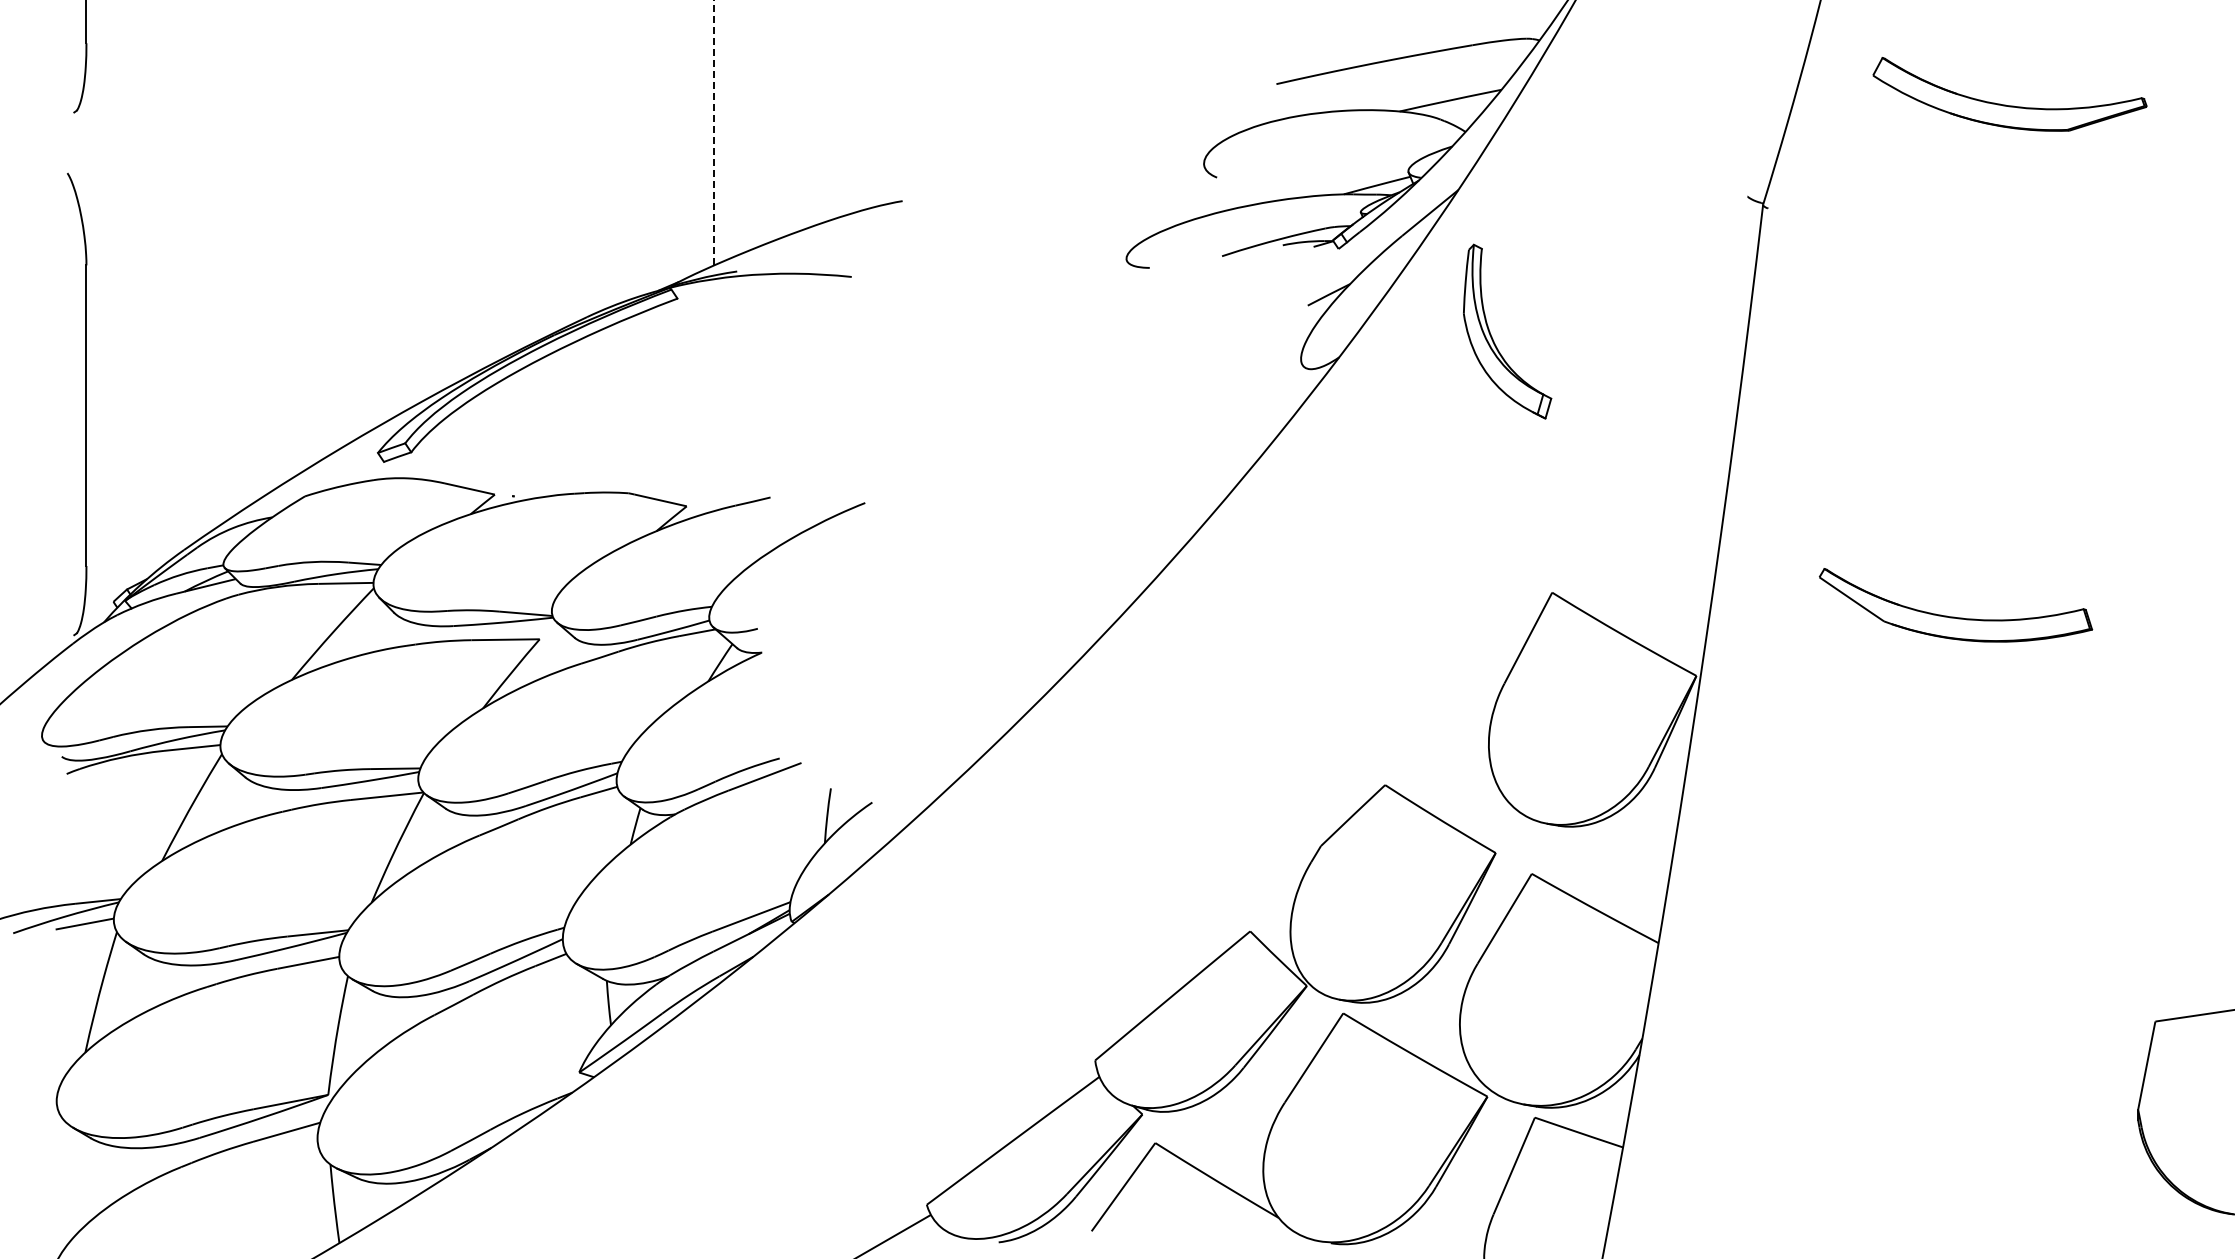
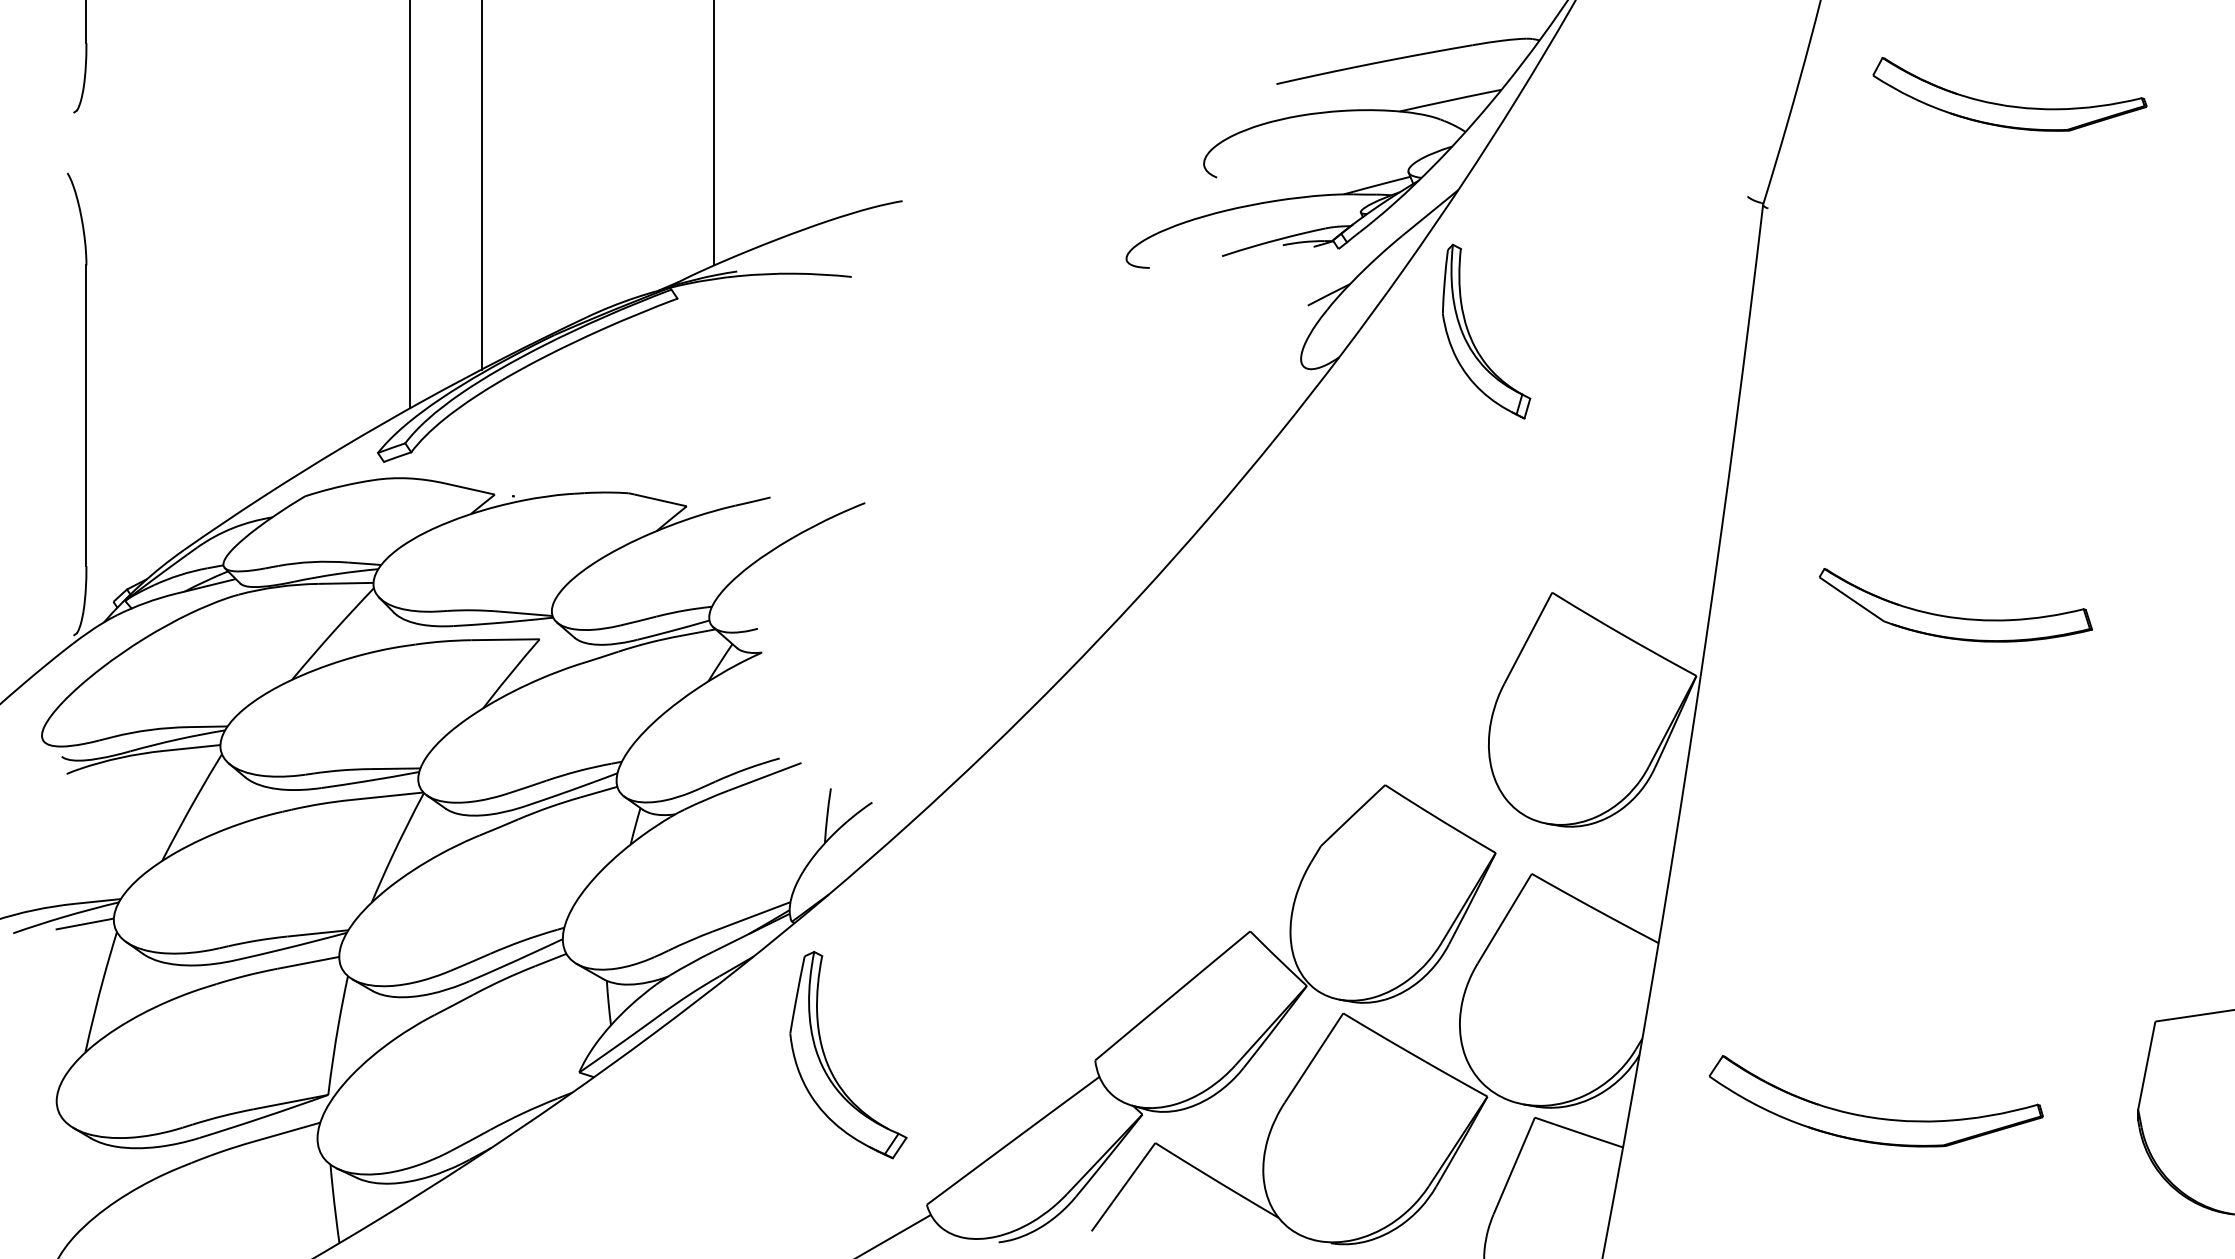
line at (714, 132): dashed -> solid
line at (481, 185): none -> present
line at (409, 205): none -> present
part at (1492, 336) position: (1492, 336) -> (1471, 336)
part at (829, 1065): none -> present
part at (1873, 1116): none -> present
